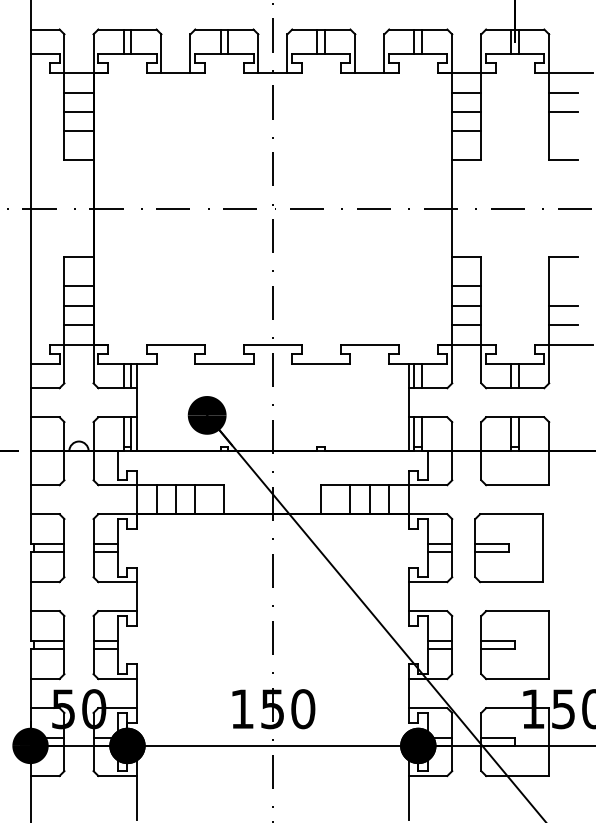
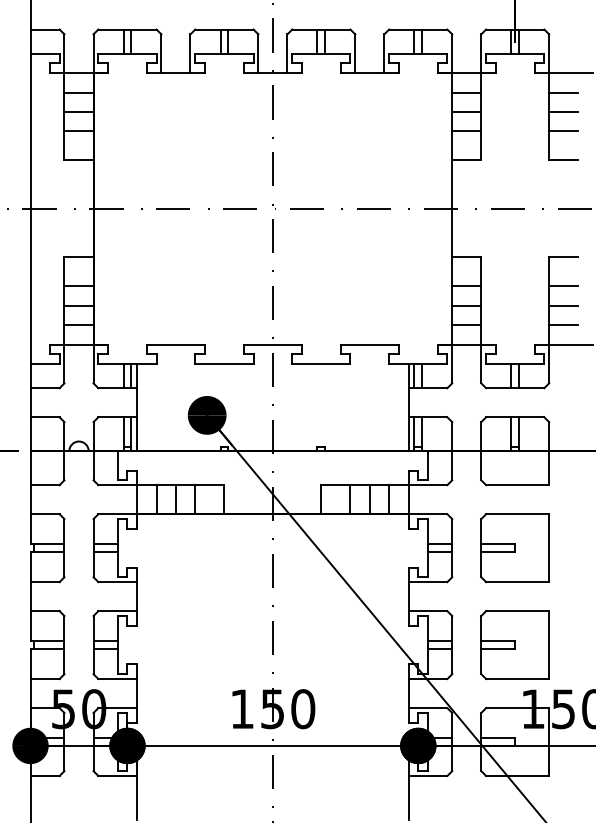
line at (563, 131): none -> present
line at (563, 286): none -> present
part at (508, 548) position: (508, 548) -> (514, 548)
